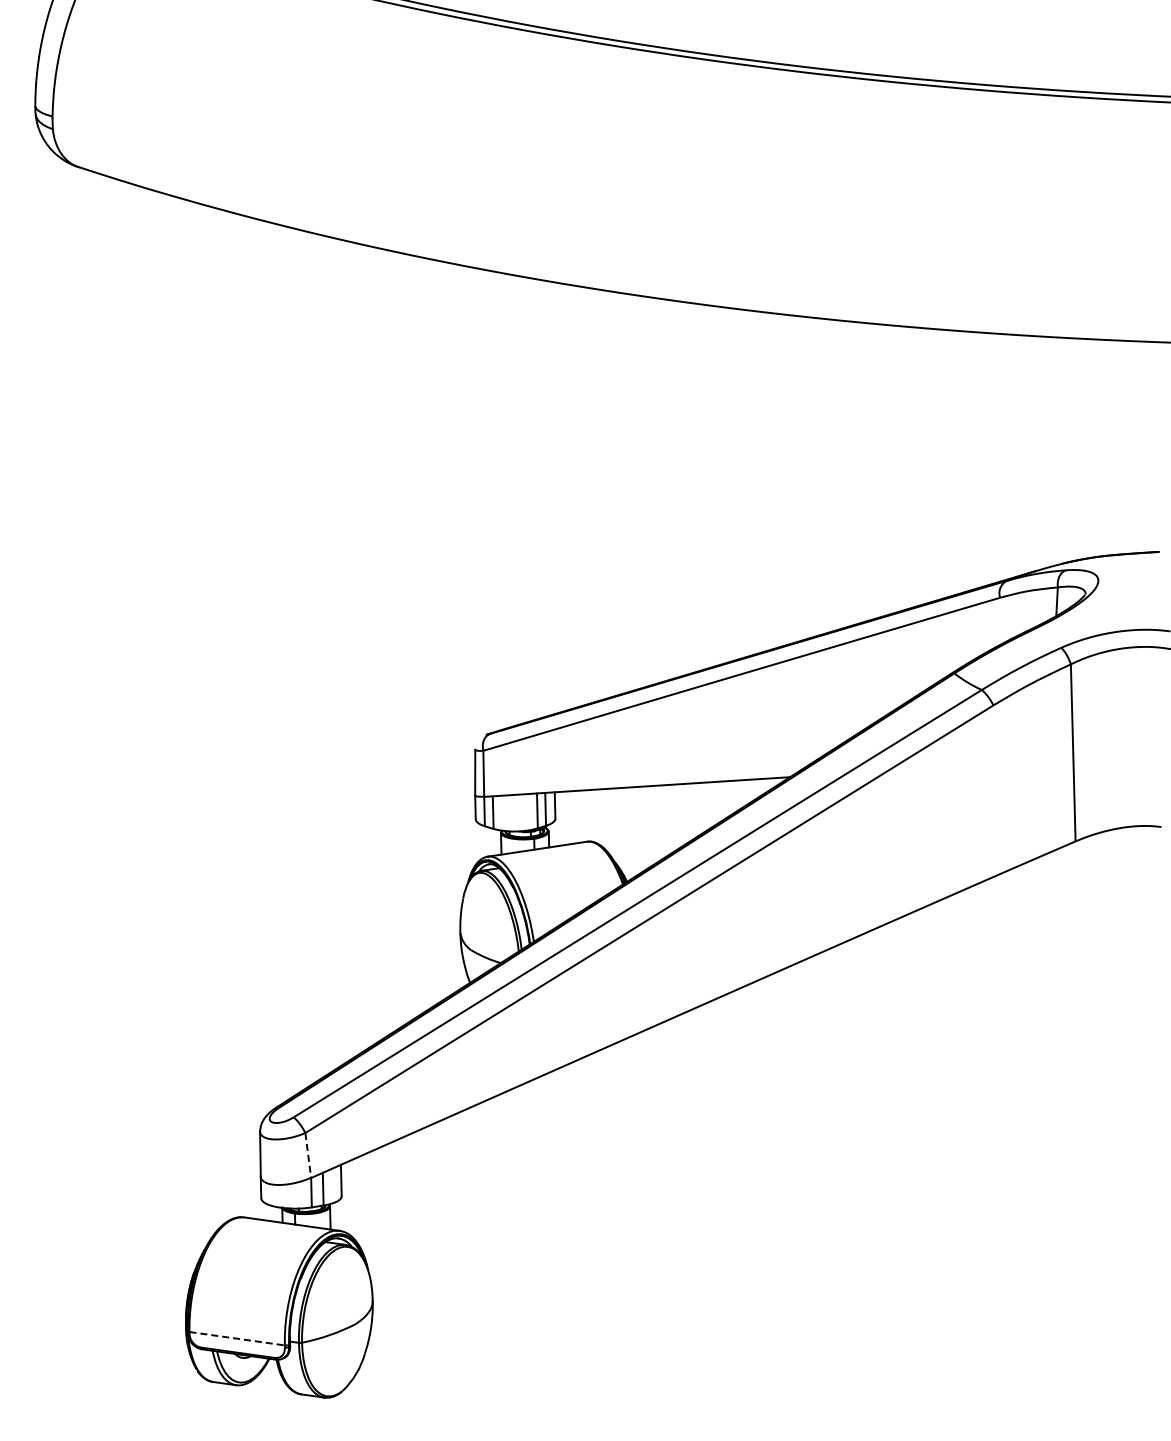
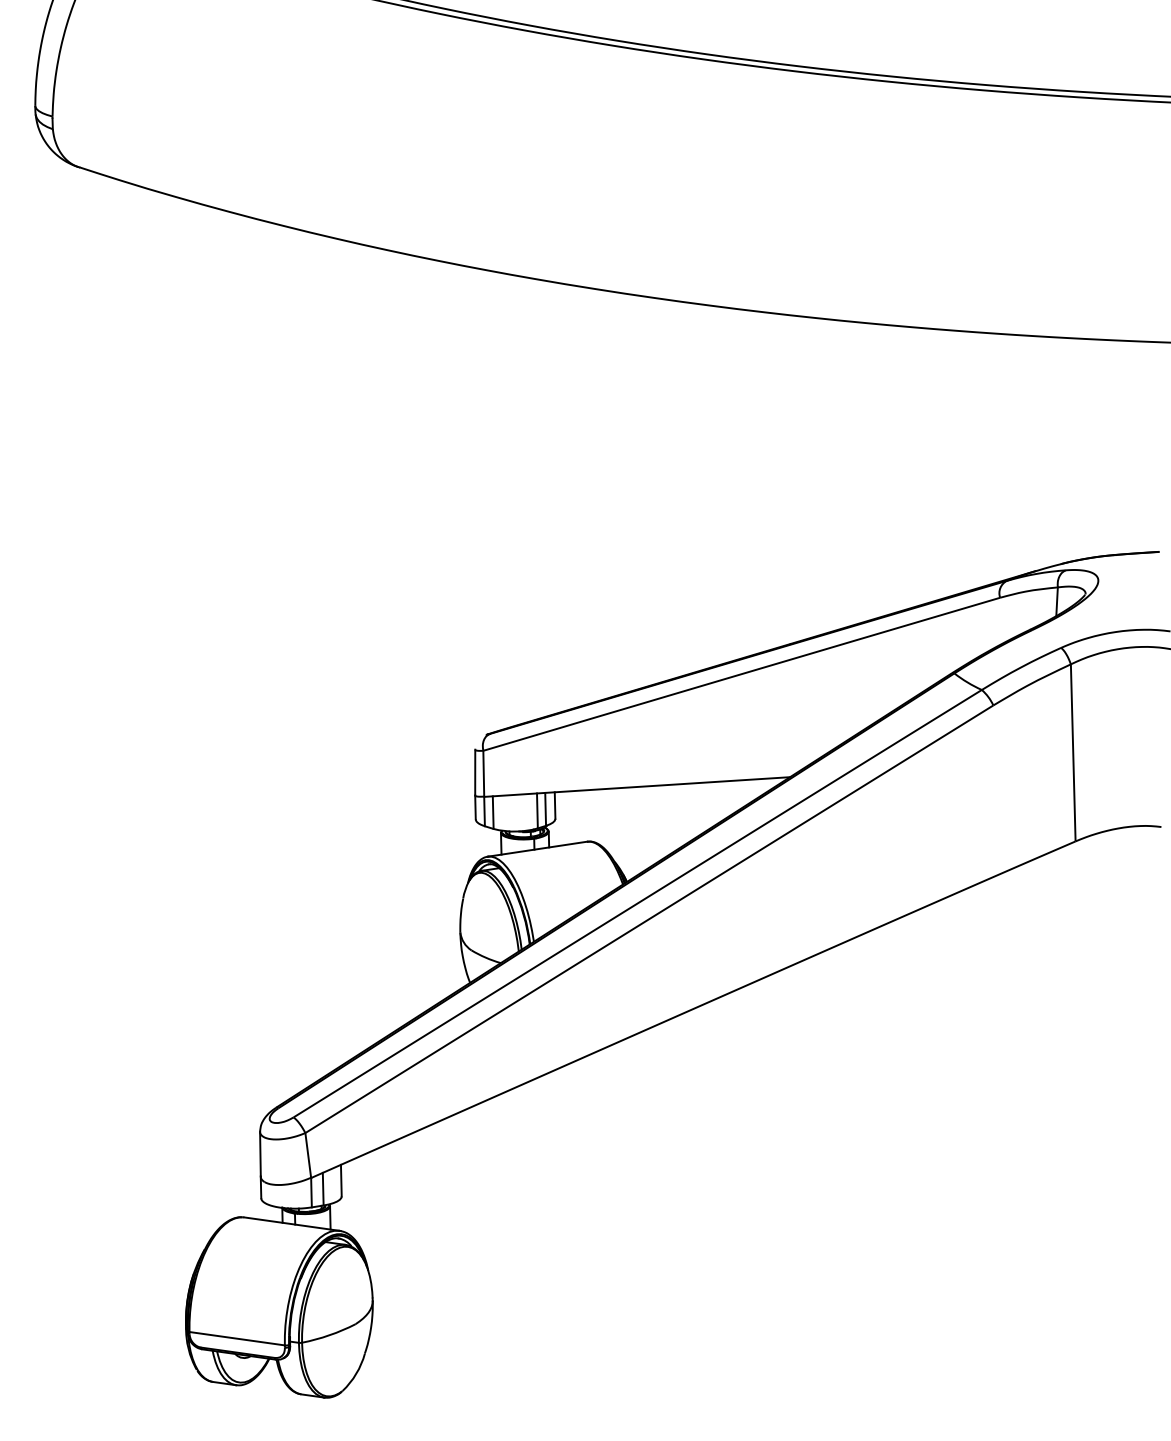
line at (308, 1155): dashed -> solid
line at (237, 1338): dashed -> solid
